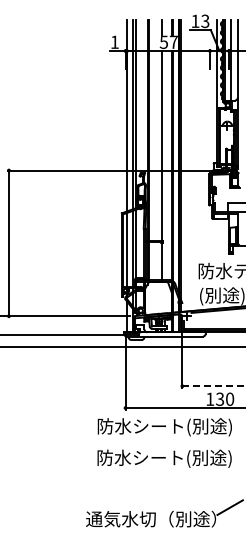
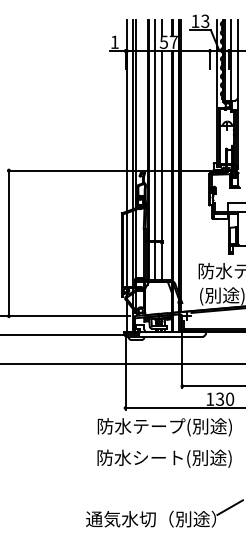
line at (154, 150): none -> present
line at (122, 347) position: (122, 347) -> (122, 364)
line at (214, 386): dashed -> solid
text at (159, 425): 防水シート(別途) -> 防水テープ(別途)
